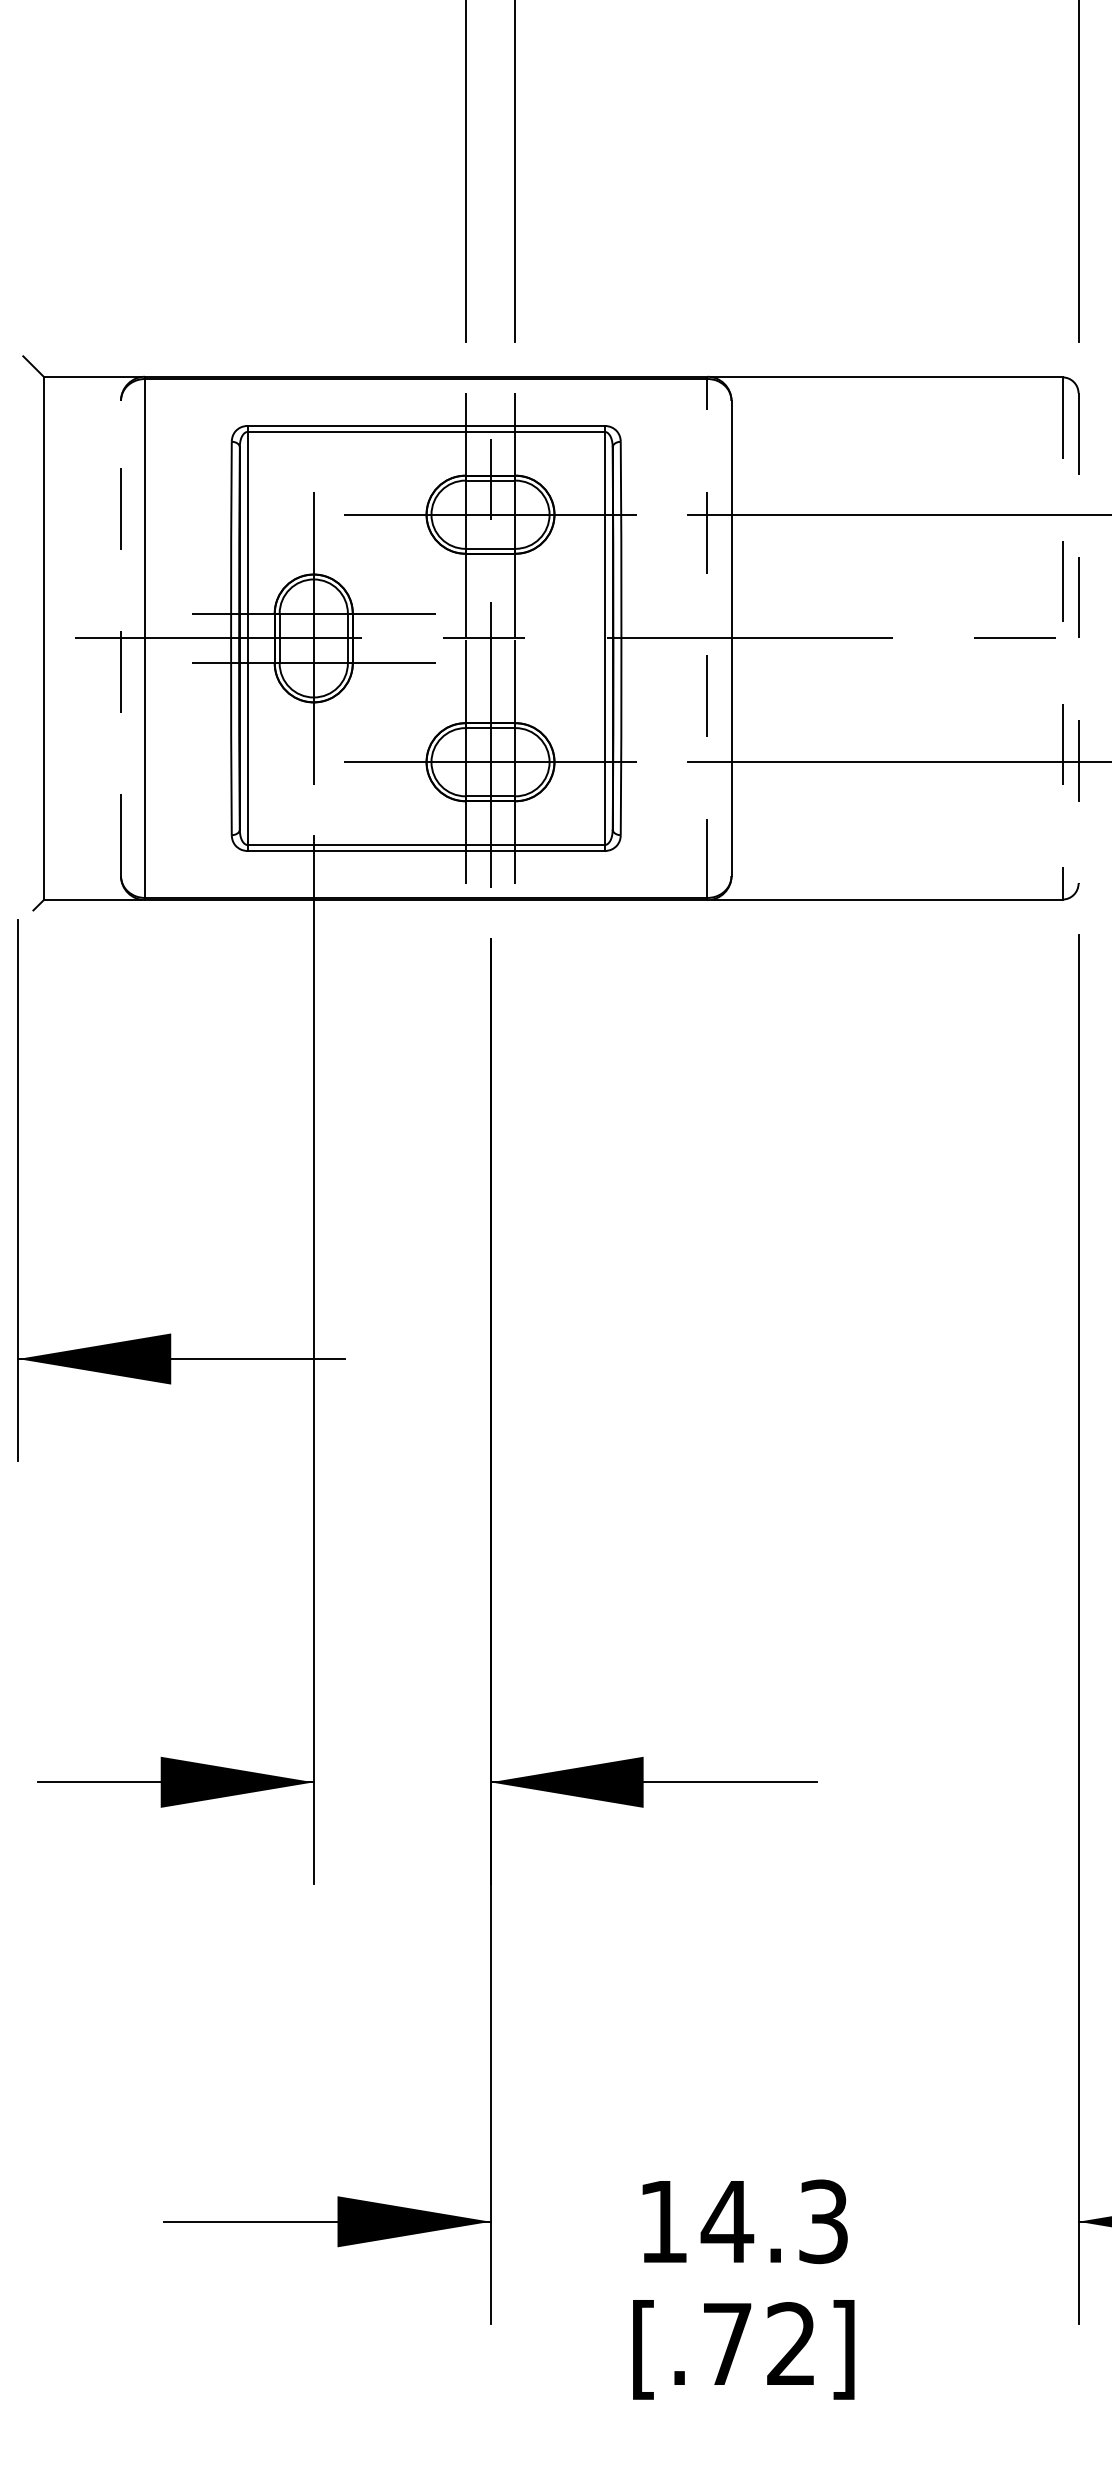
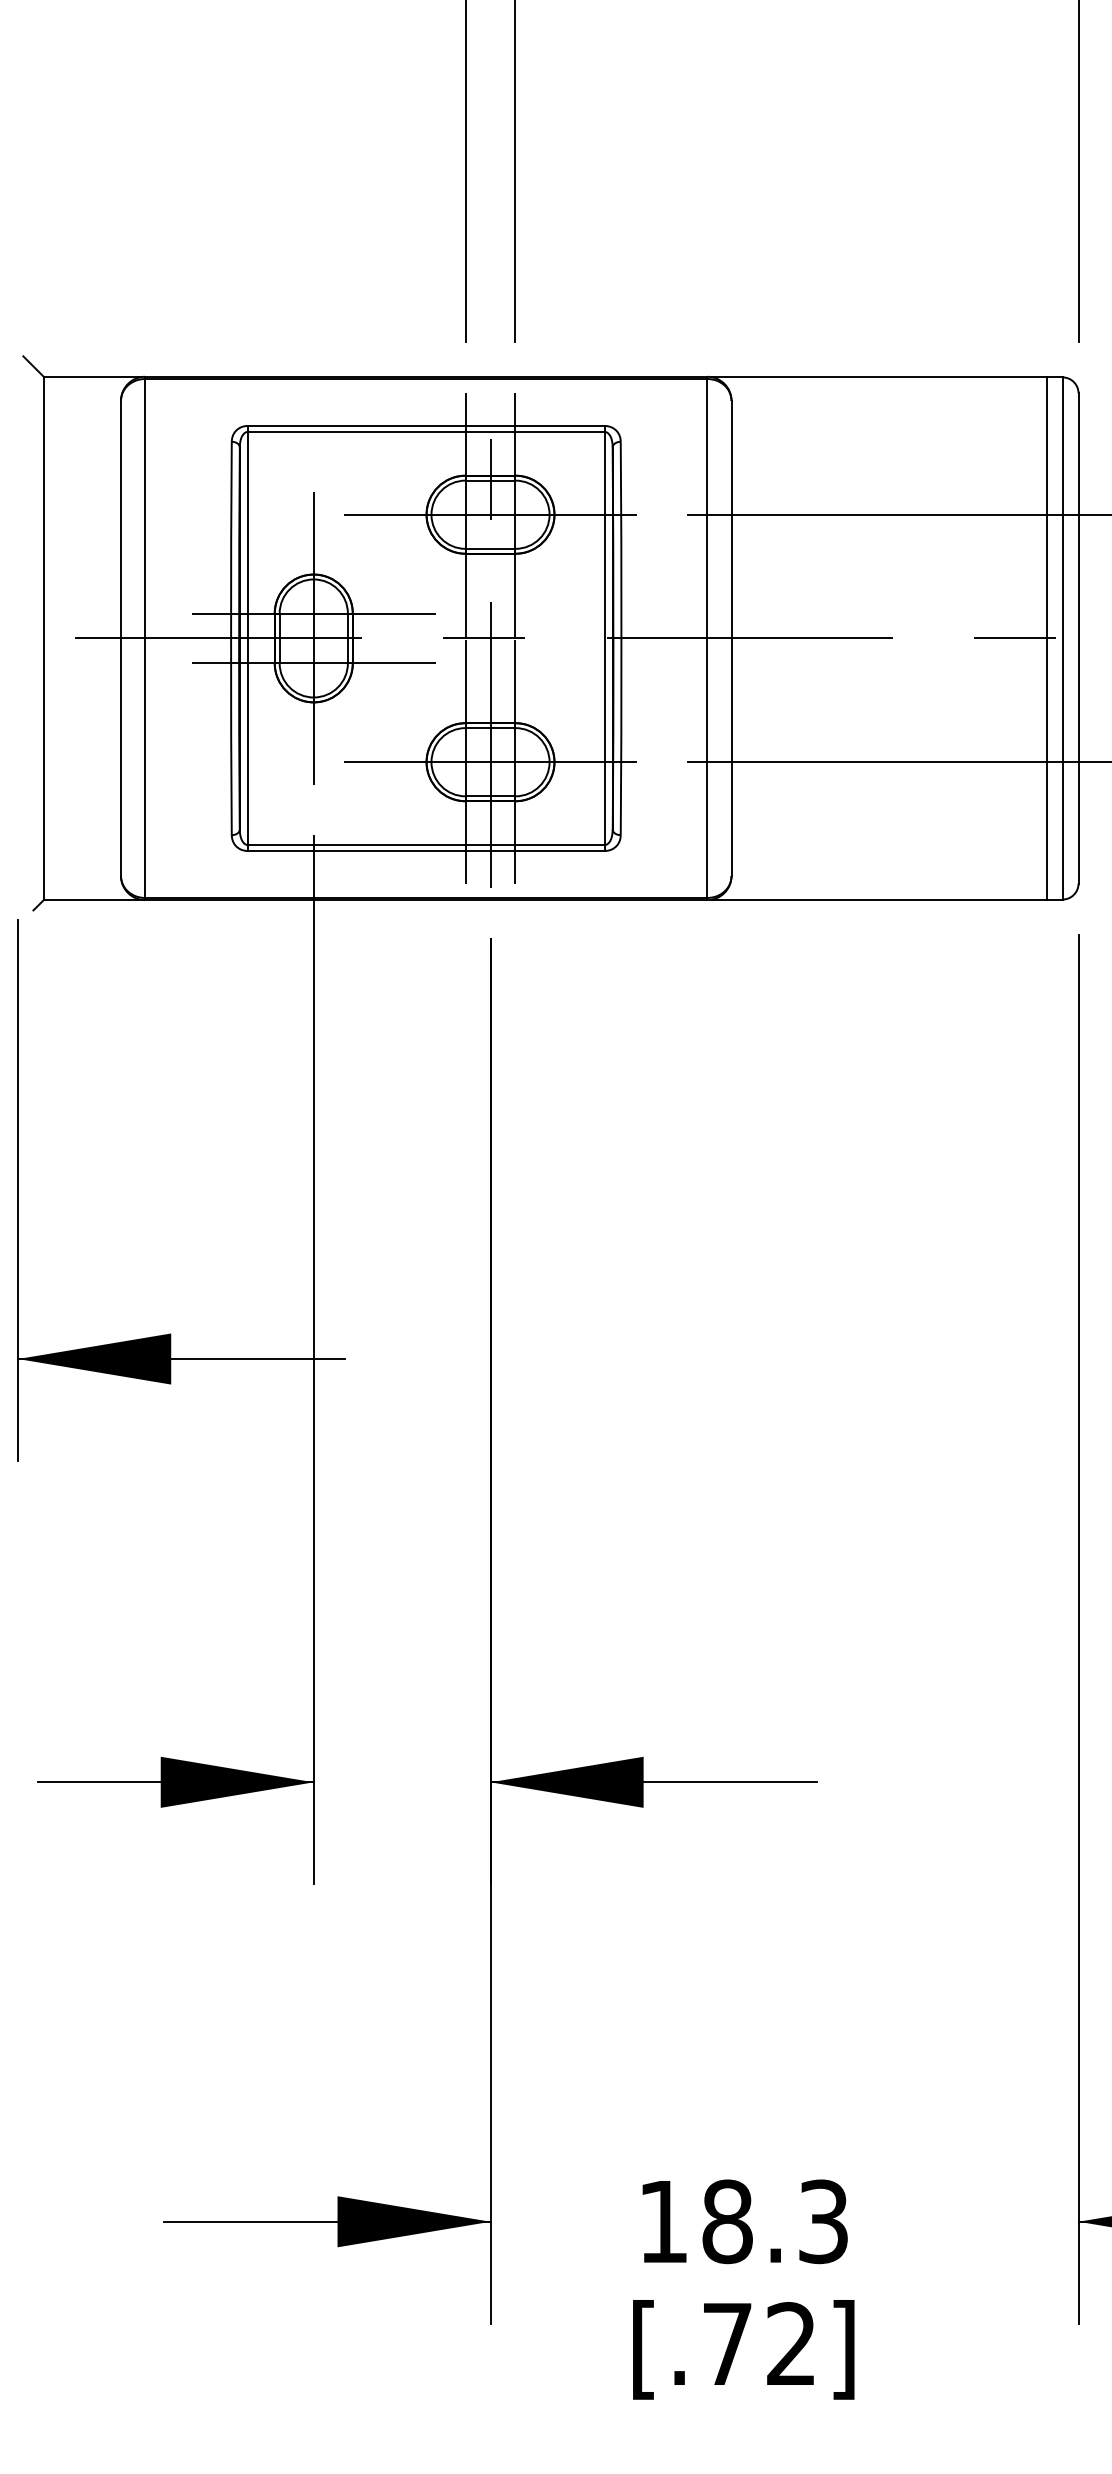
line at (121, 638): dashed -> solid
line at (707, 638): dashed -> solid
line at (1046, 638): none -> present
line at (1062, 638): dashed -> solid
line at (1078, 638): dashed -> solid
text at (727, 2221): 14.3 -> 18.3
